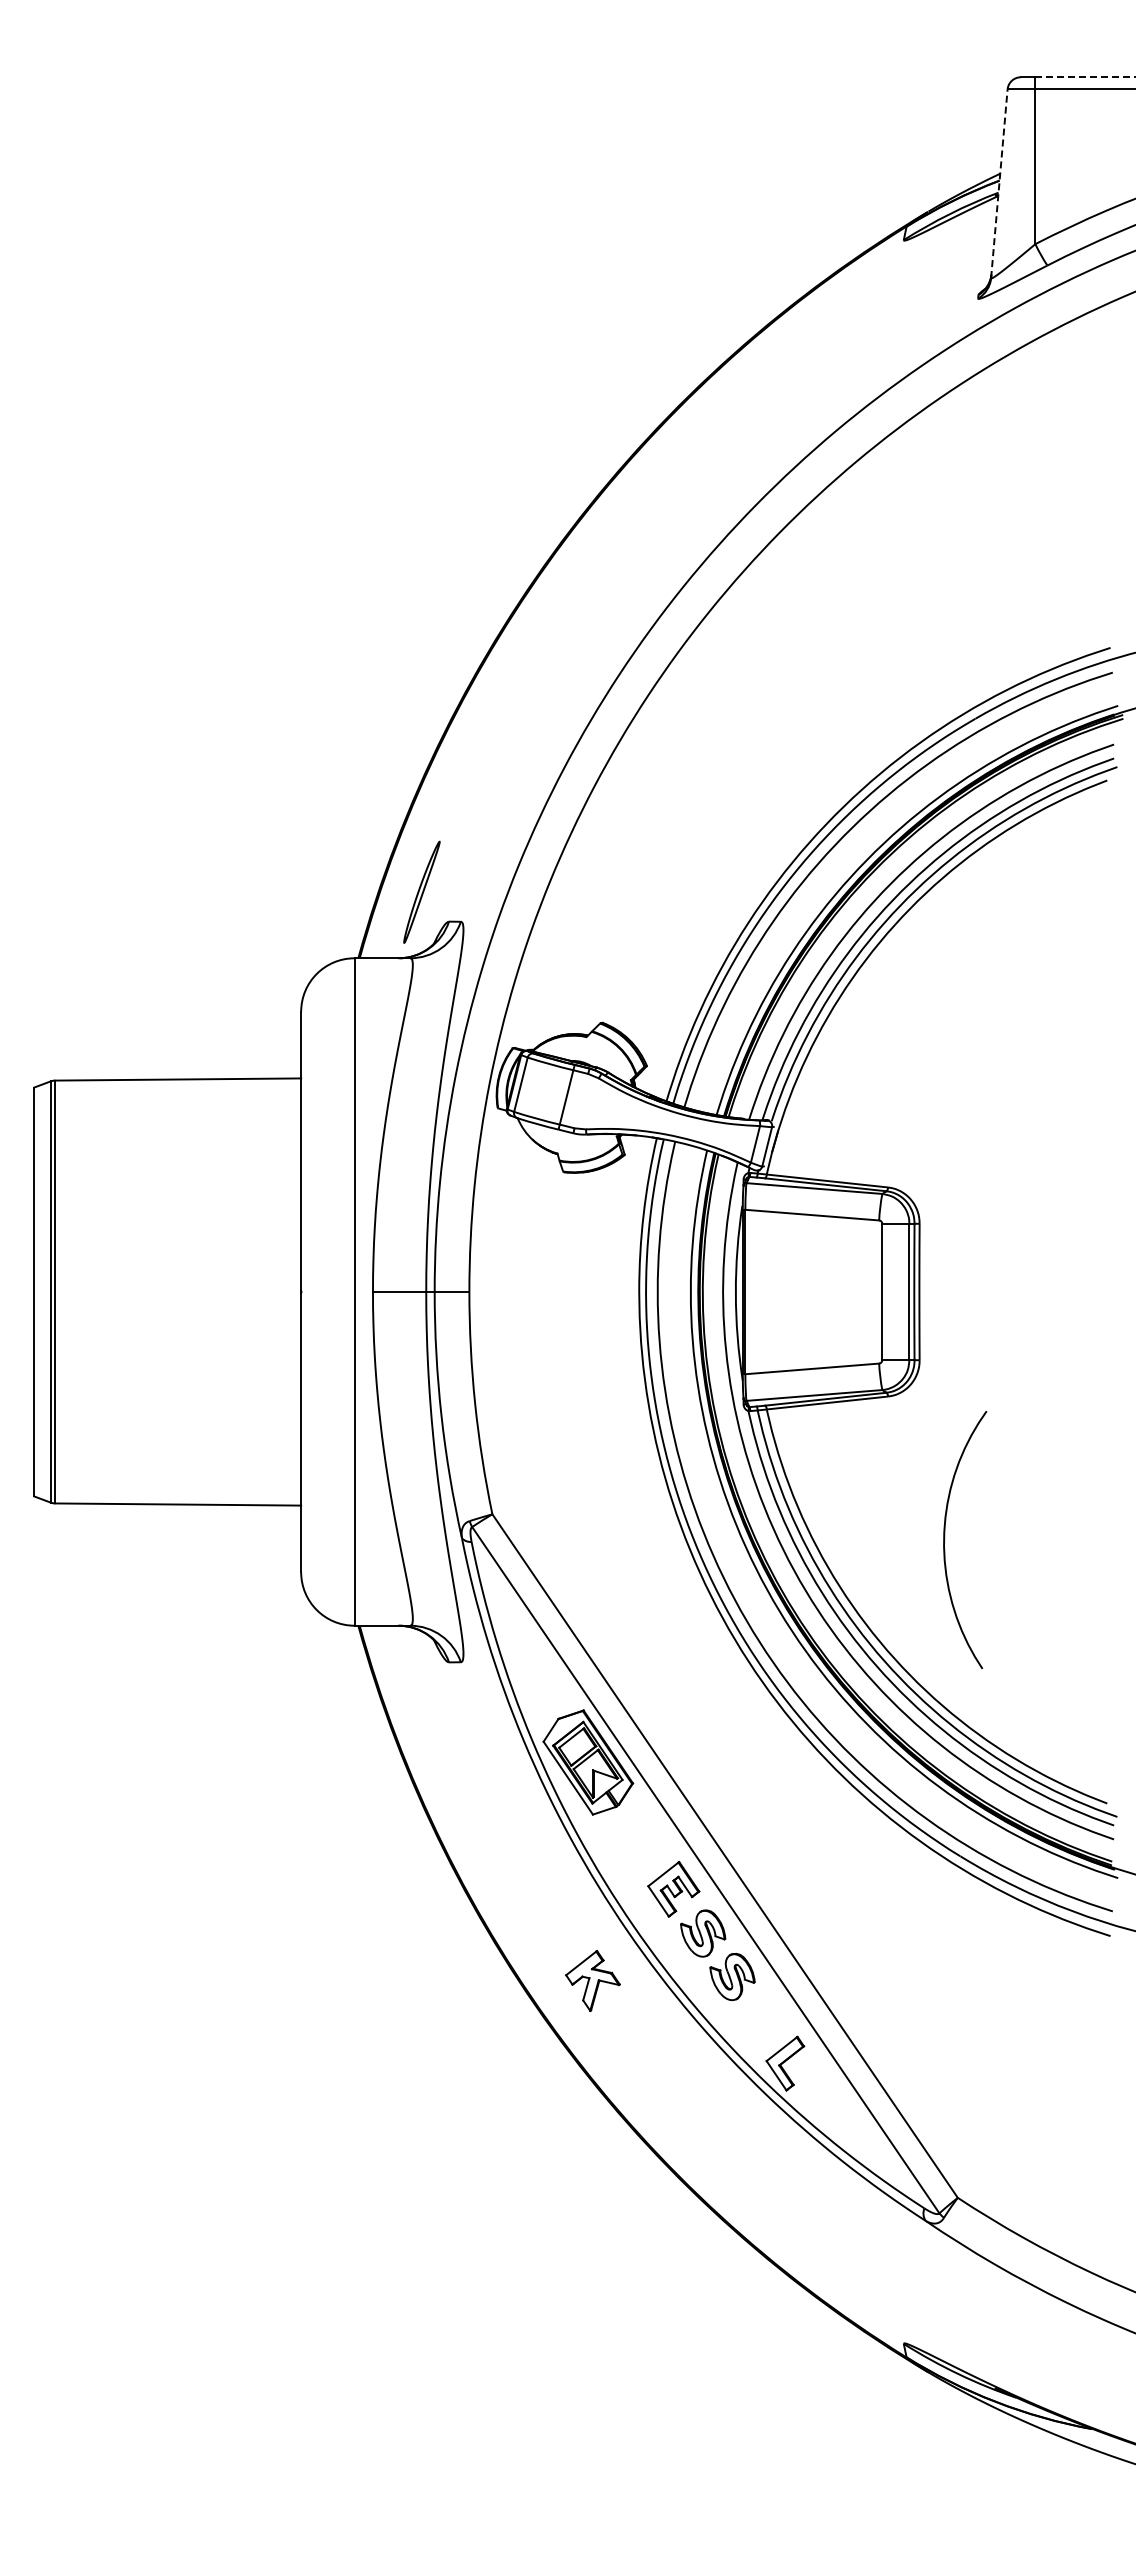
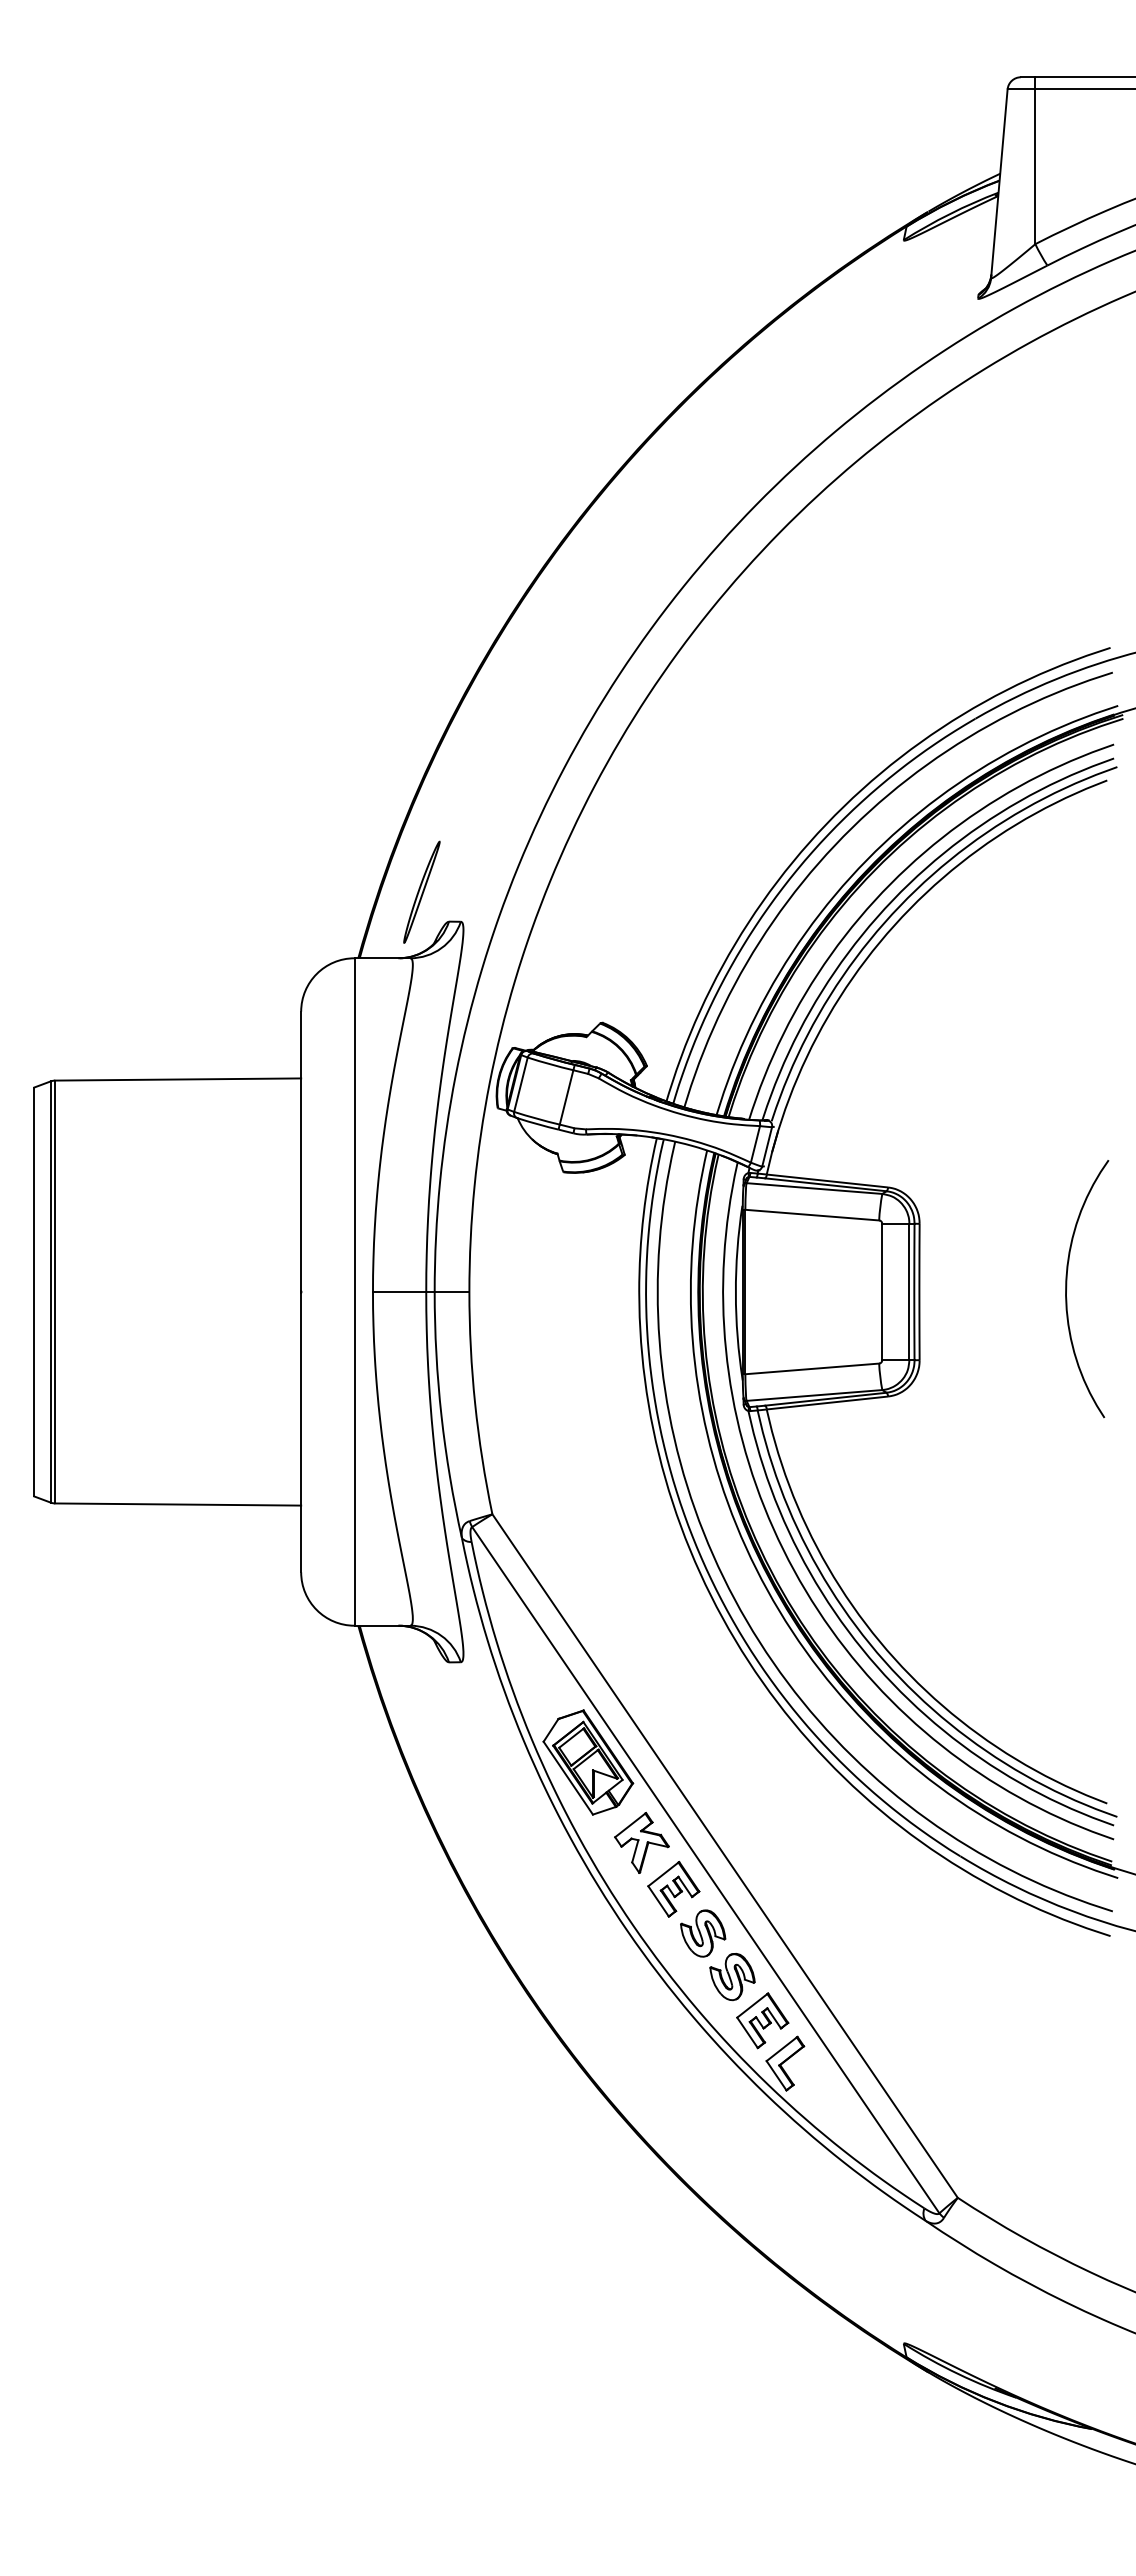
line at (1085, 77): dashed -> solid
line at (999, 183): dashed -> solid
curve at (945, 1539) position: (945, 1539) -> (1067, 1288)
part at (592, 1980) position: (592, 1980) -> (641, 1842)
part at (762, 2020): none -> present
